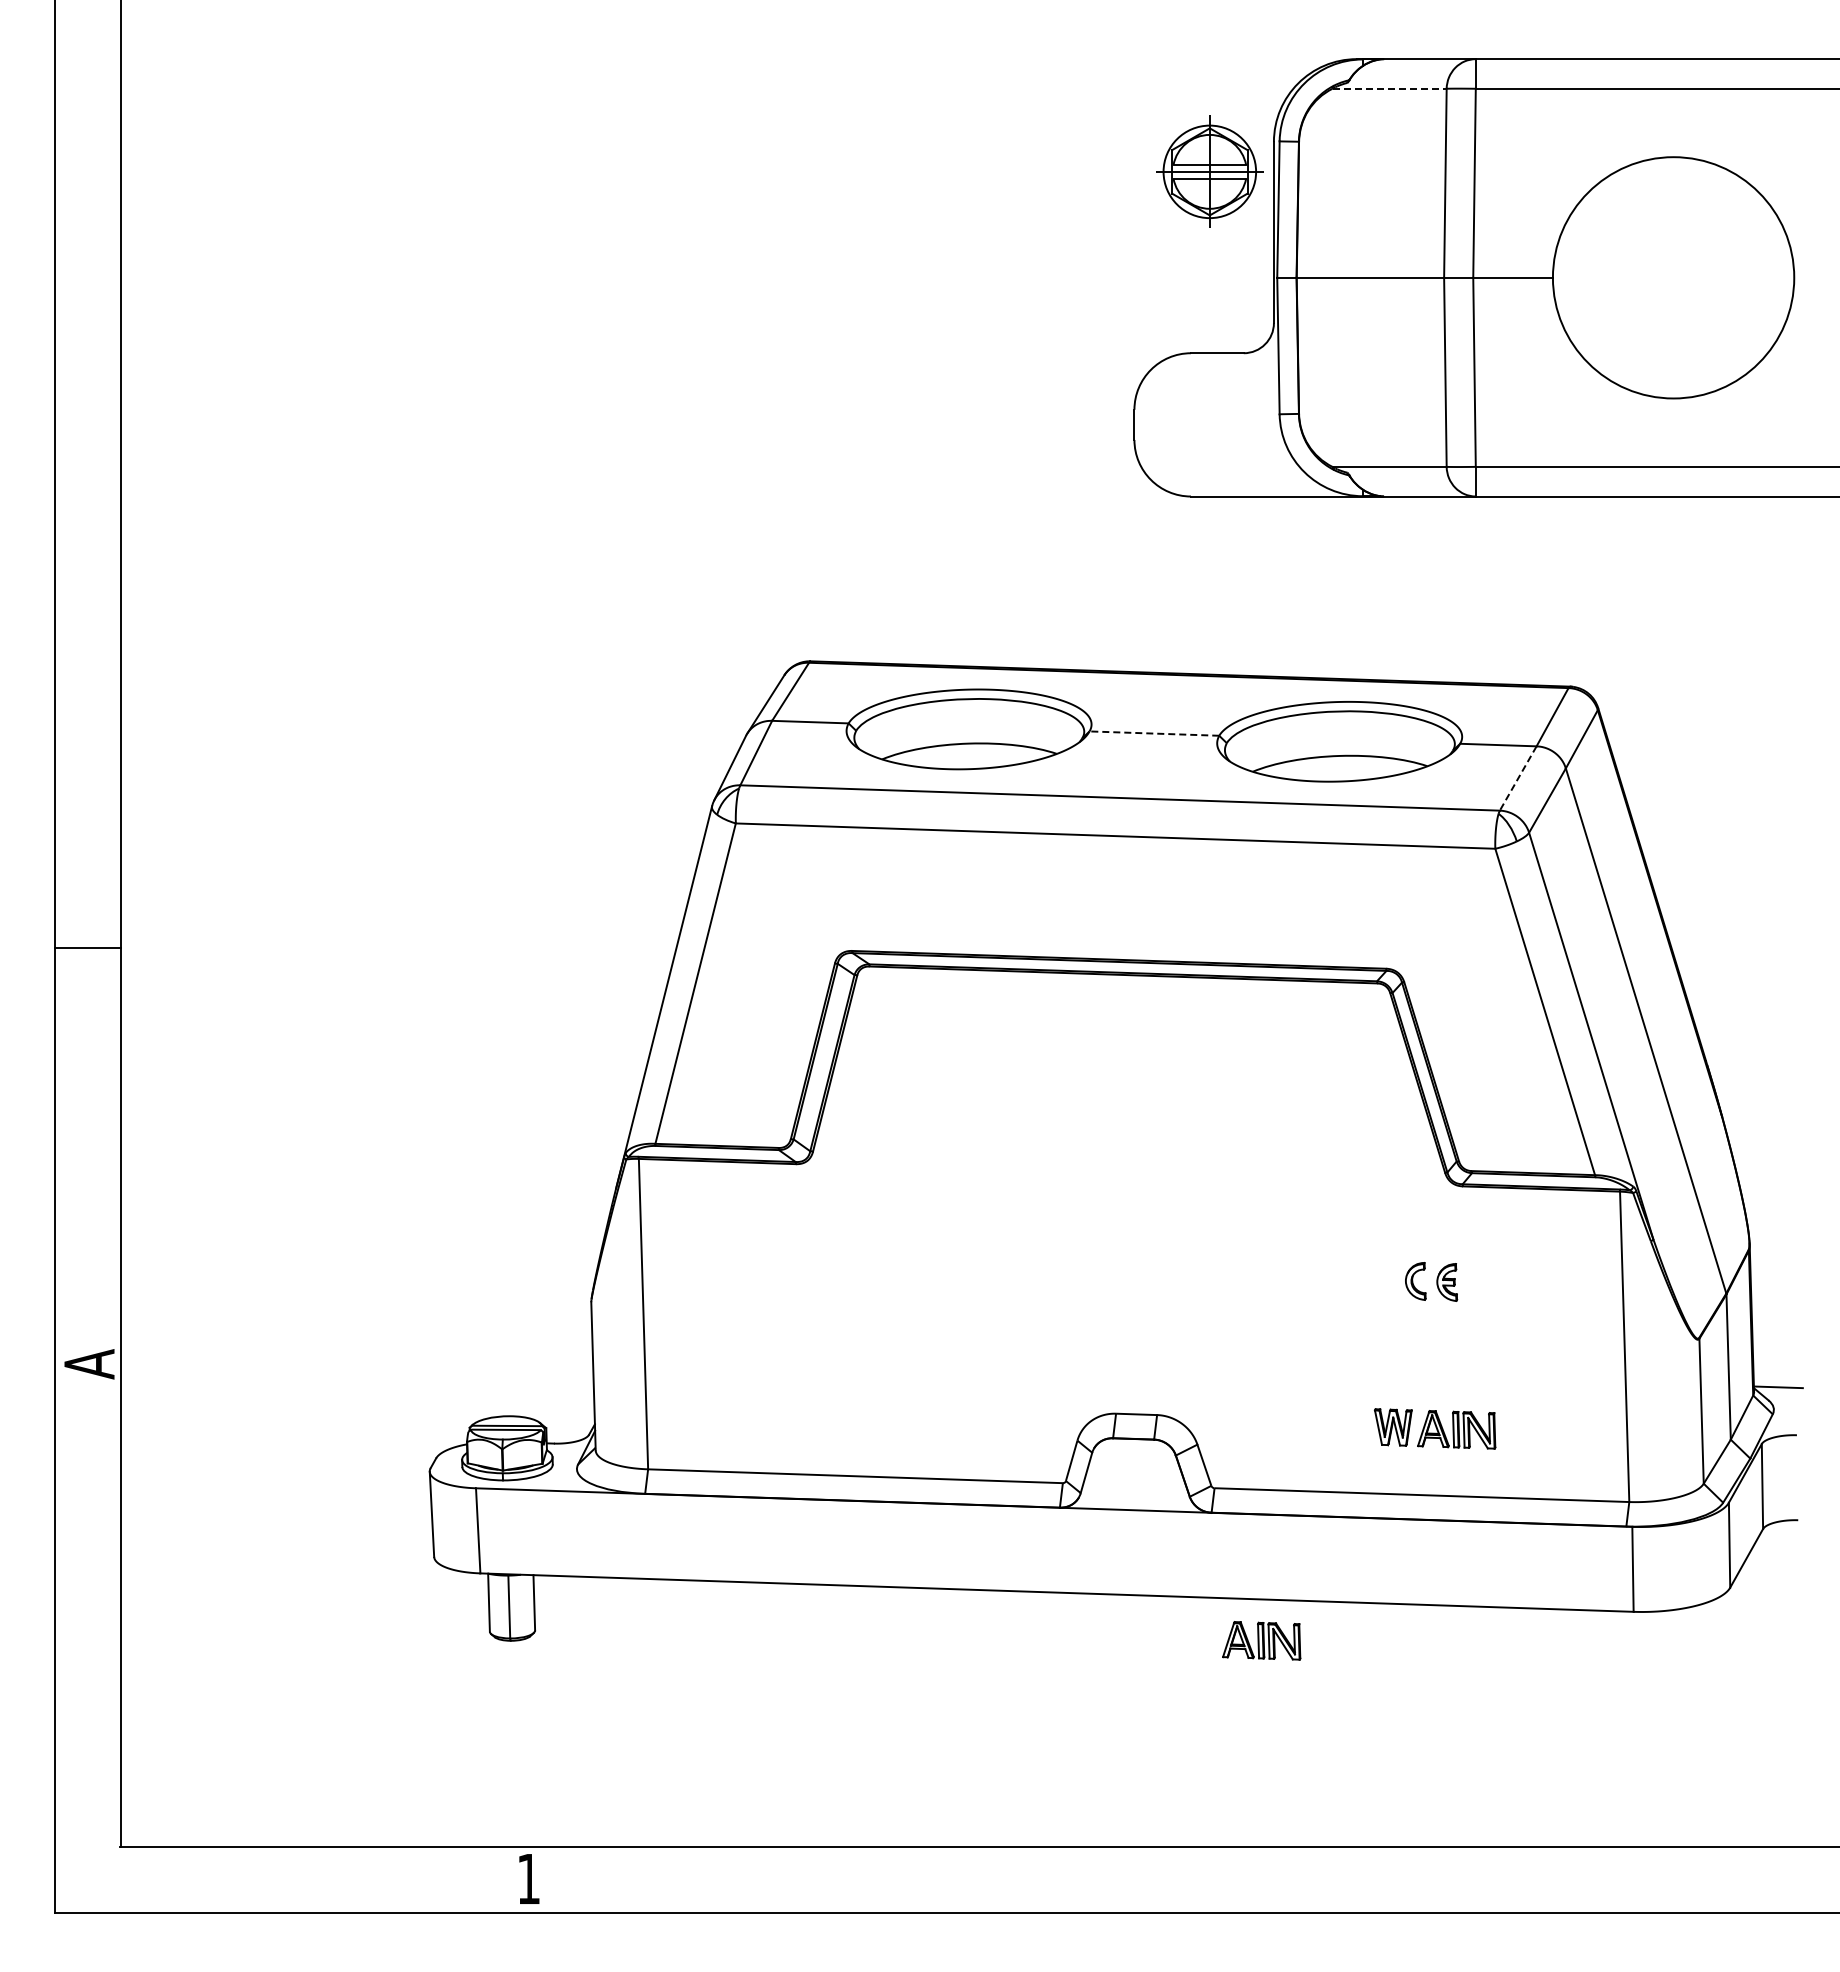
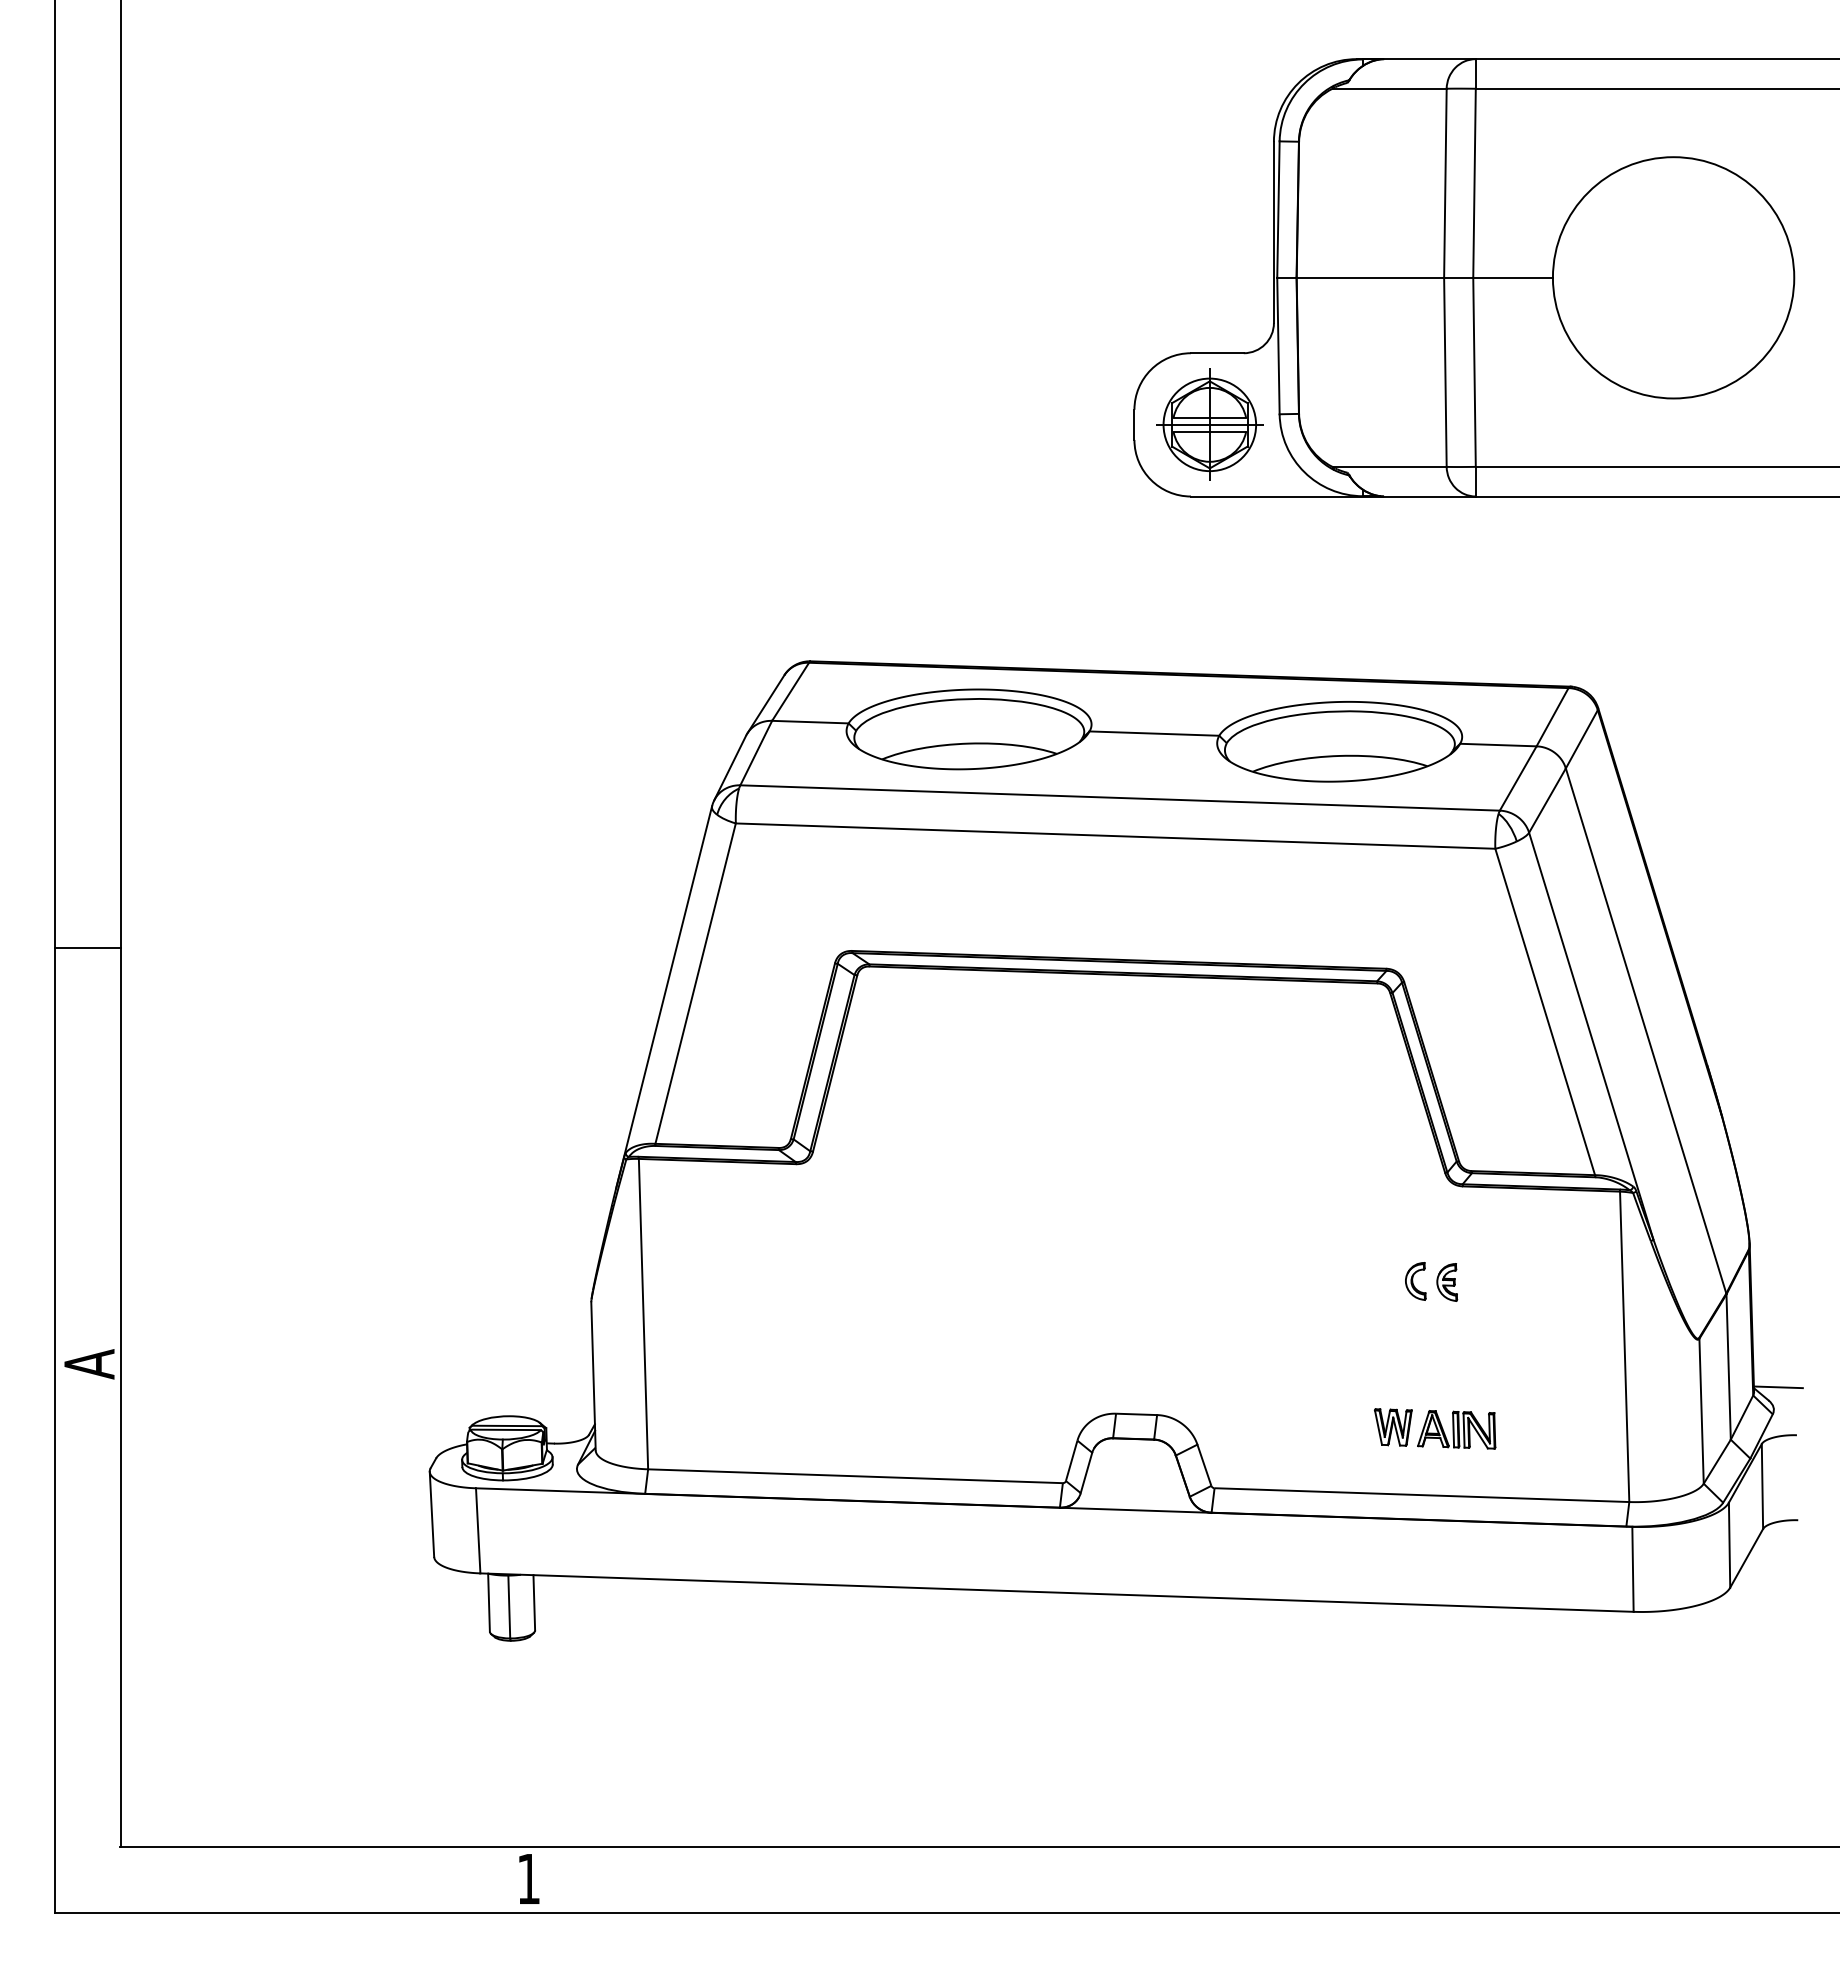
line at (1390, 88): dashed -> solid
part at (1209, 171) position: (1209, 171) -> (1209, 424)
line at (1154, 733): dashed -> solid
line at (1517, 778): dashed -> solid
part at (1261, 1640): present -> none
